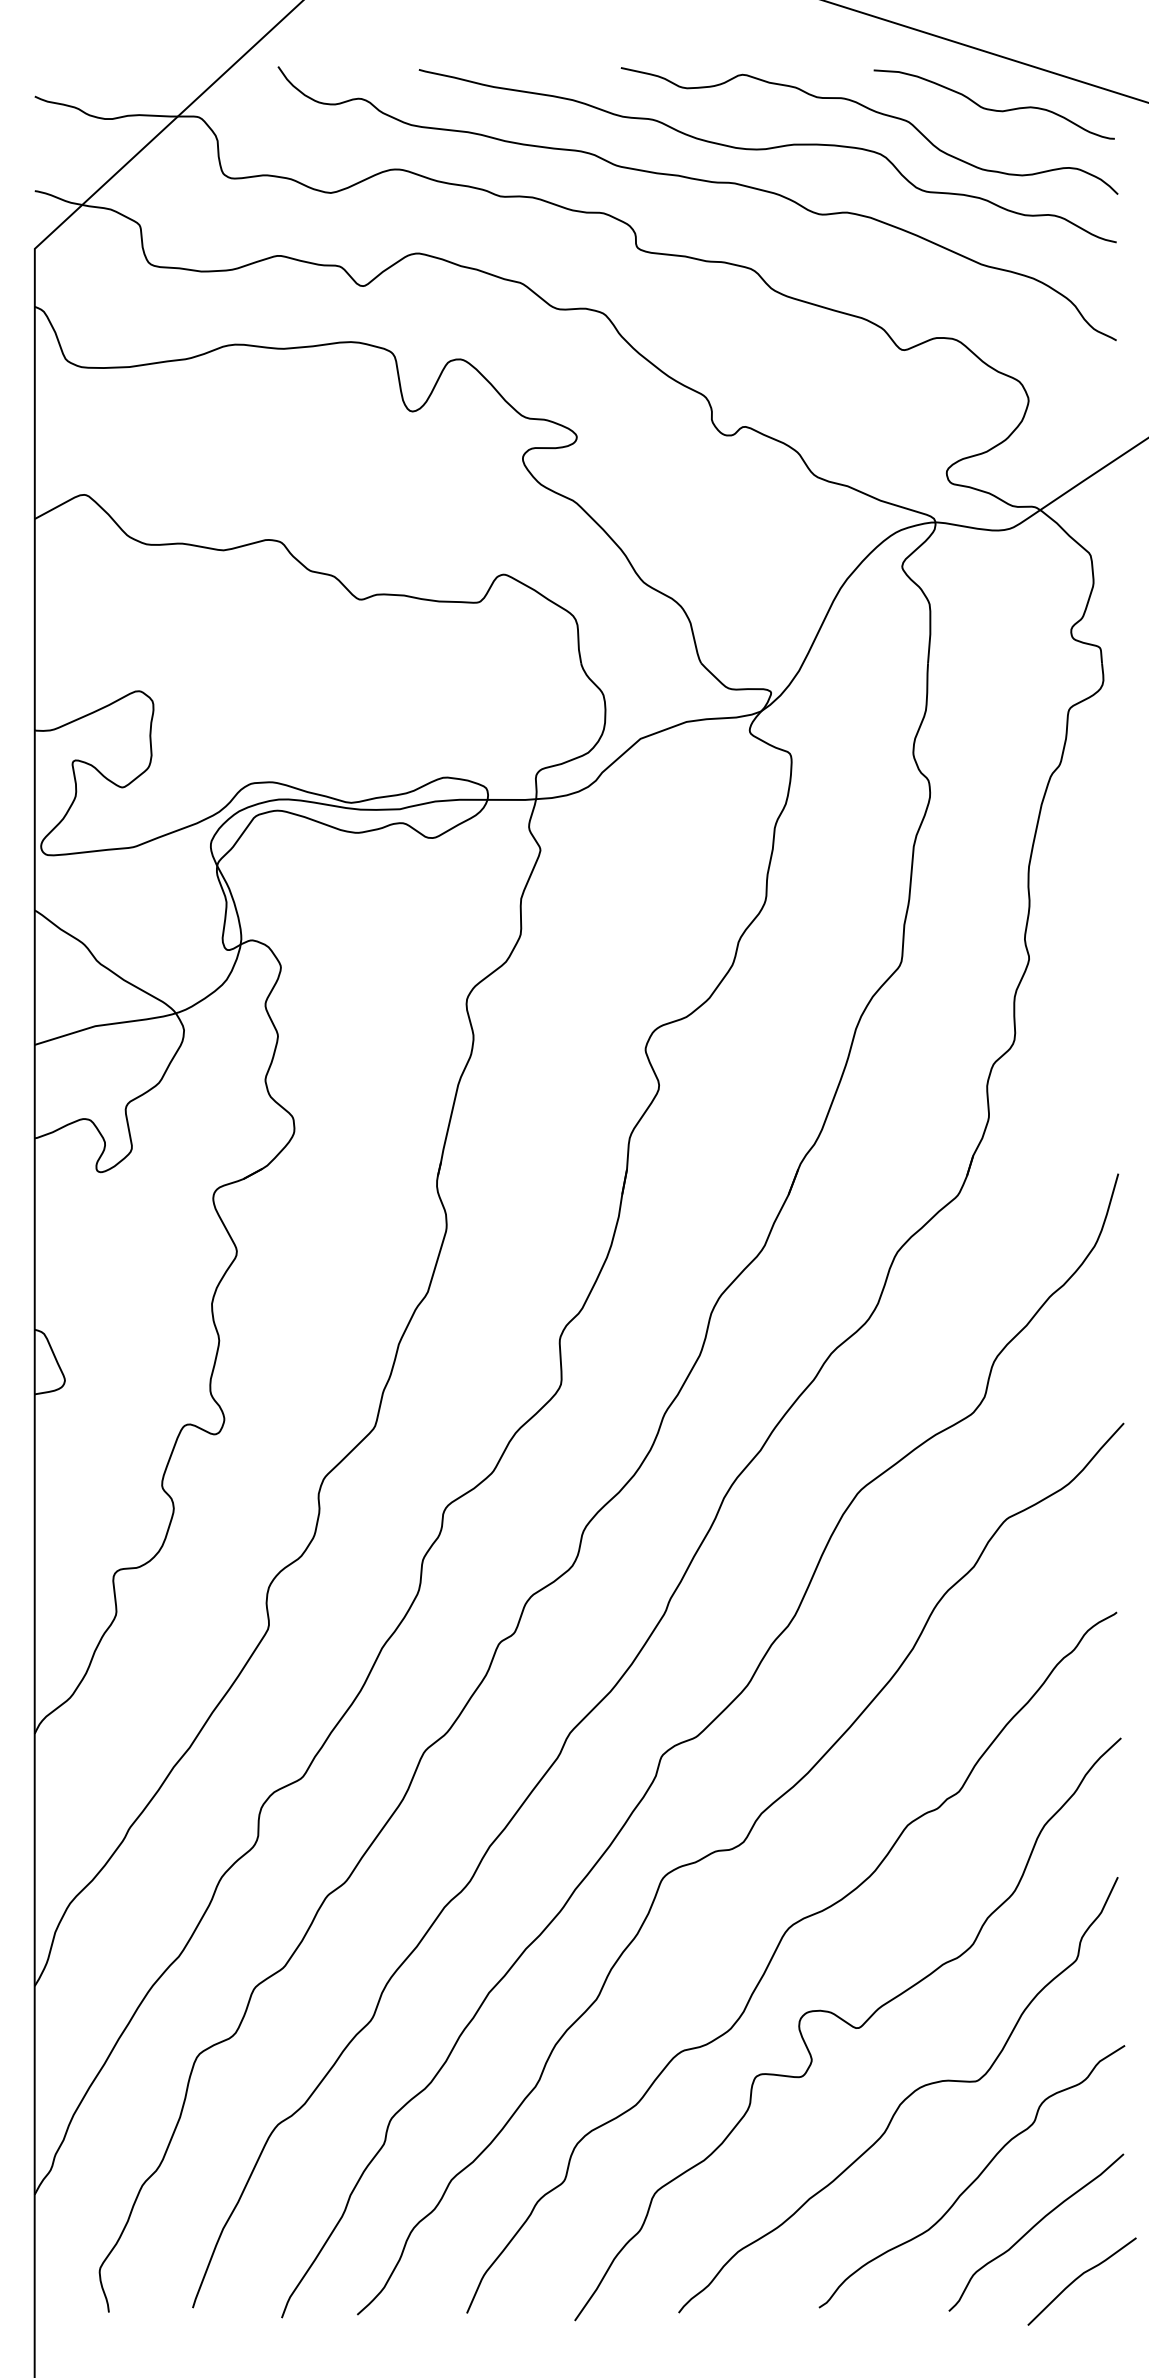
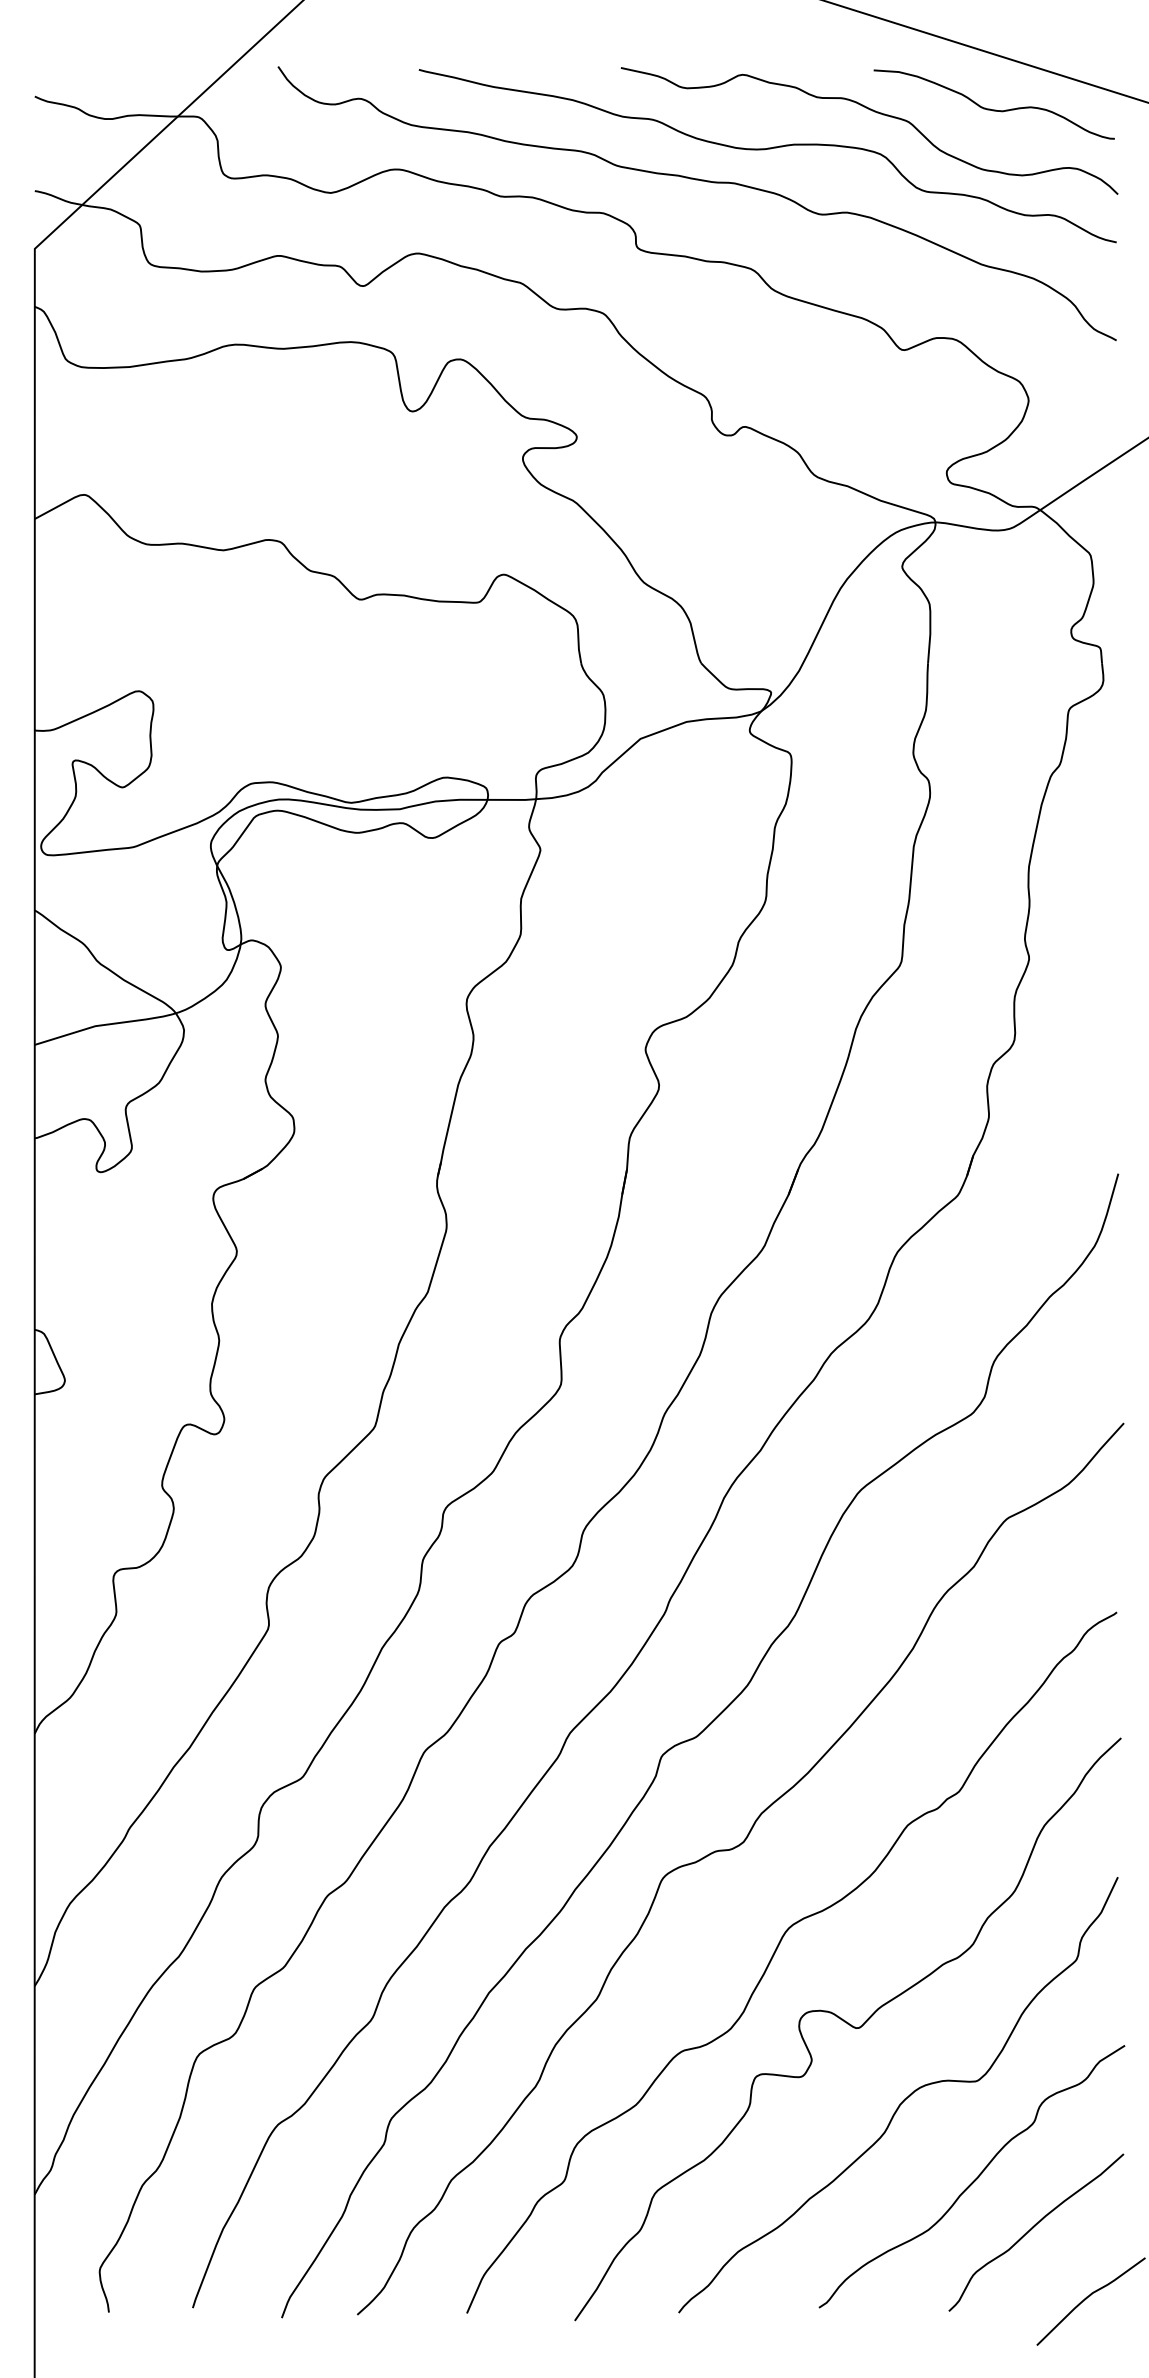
curve at (1078, 2278) position: (1078, 2278) -> (1087, 2298)
